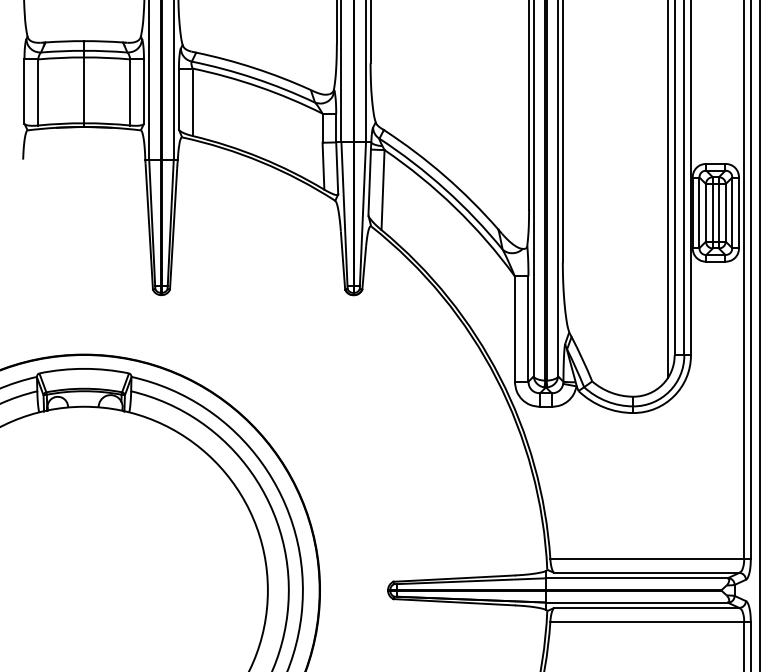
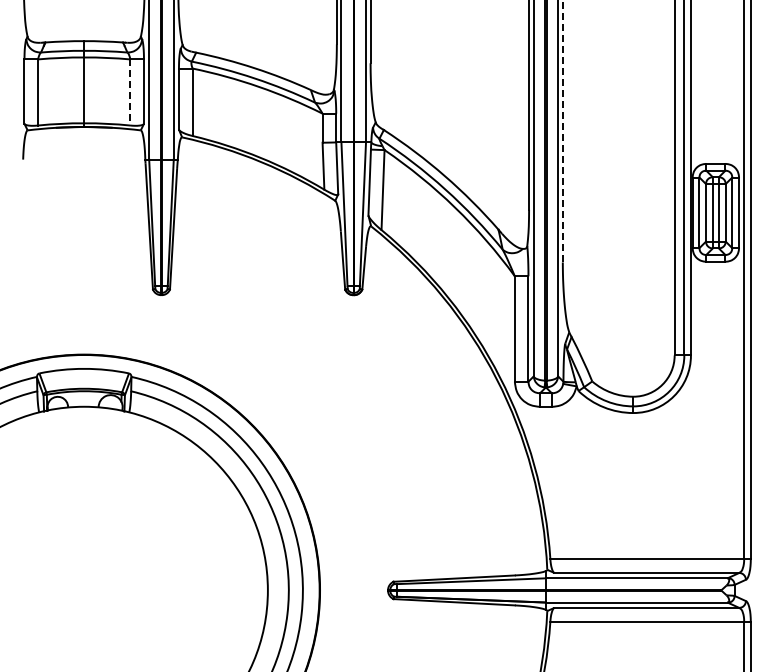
line at (130, 92): solid -> dashed
line at (562, 130): solid -> dashed
line at (667, 189): present -> none
line at (760, 335): present -> none
